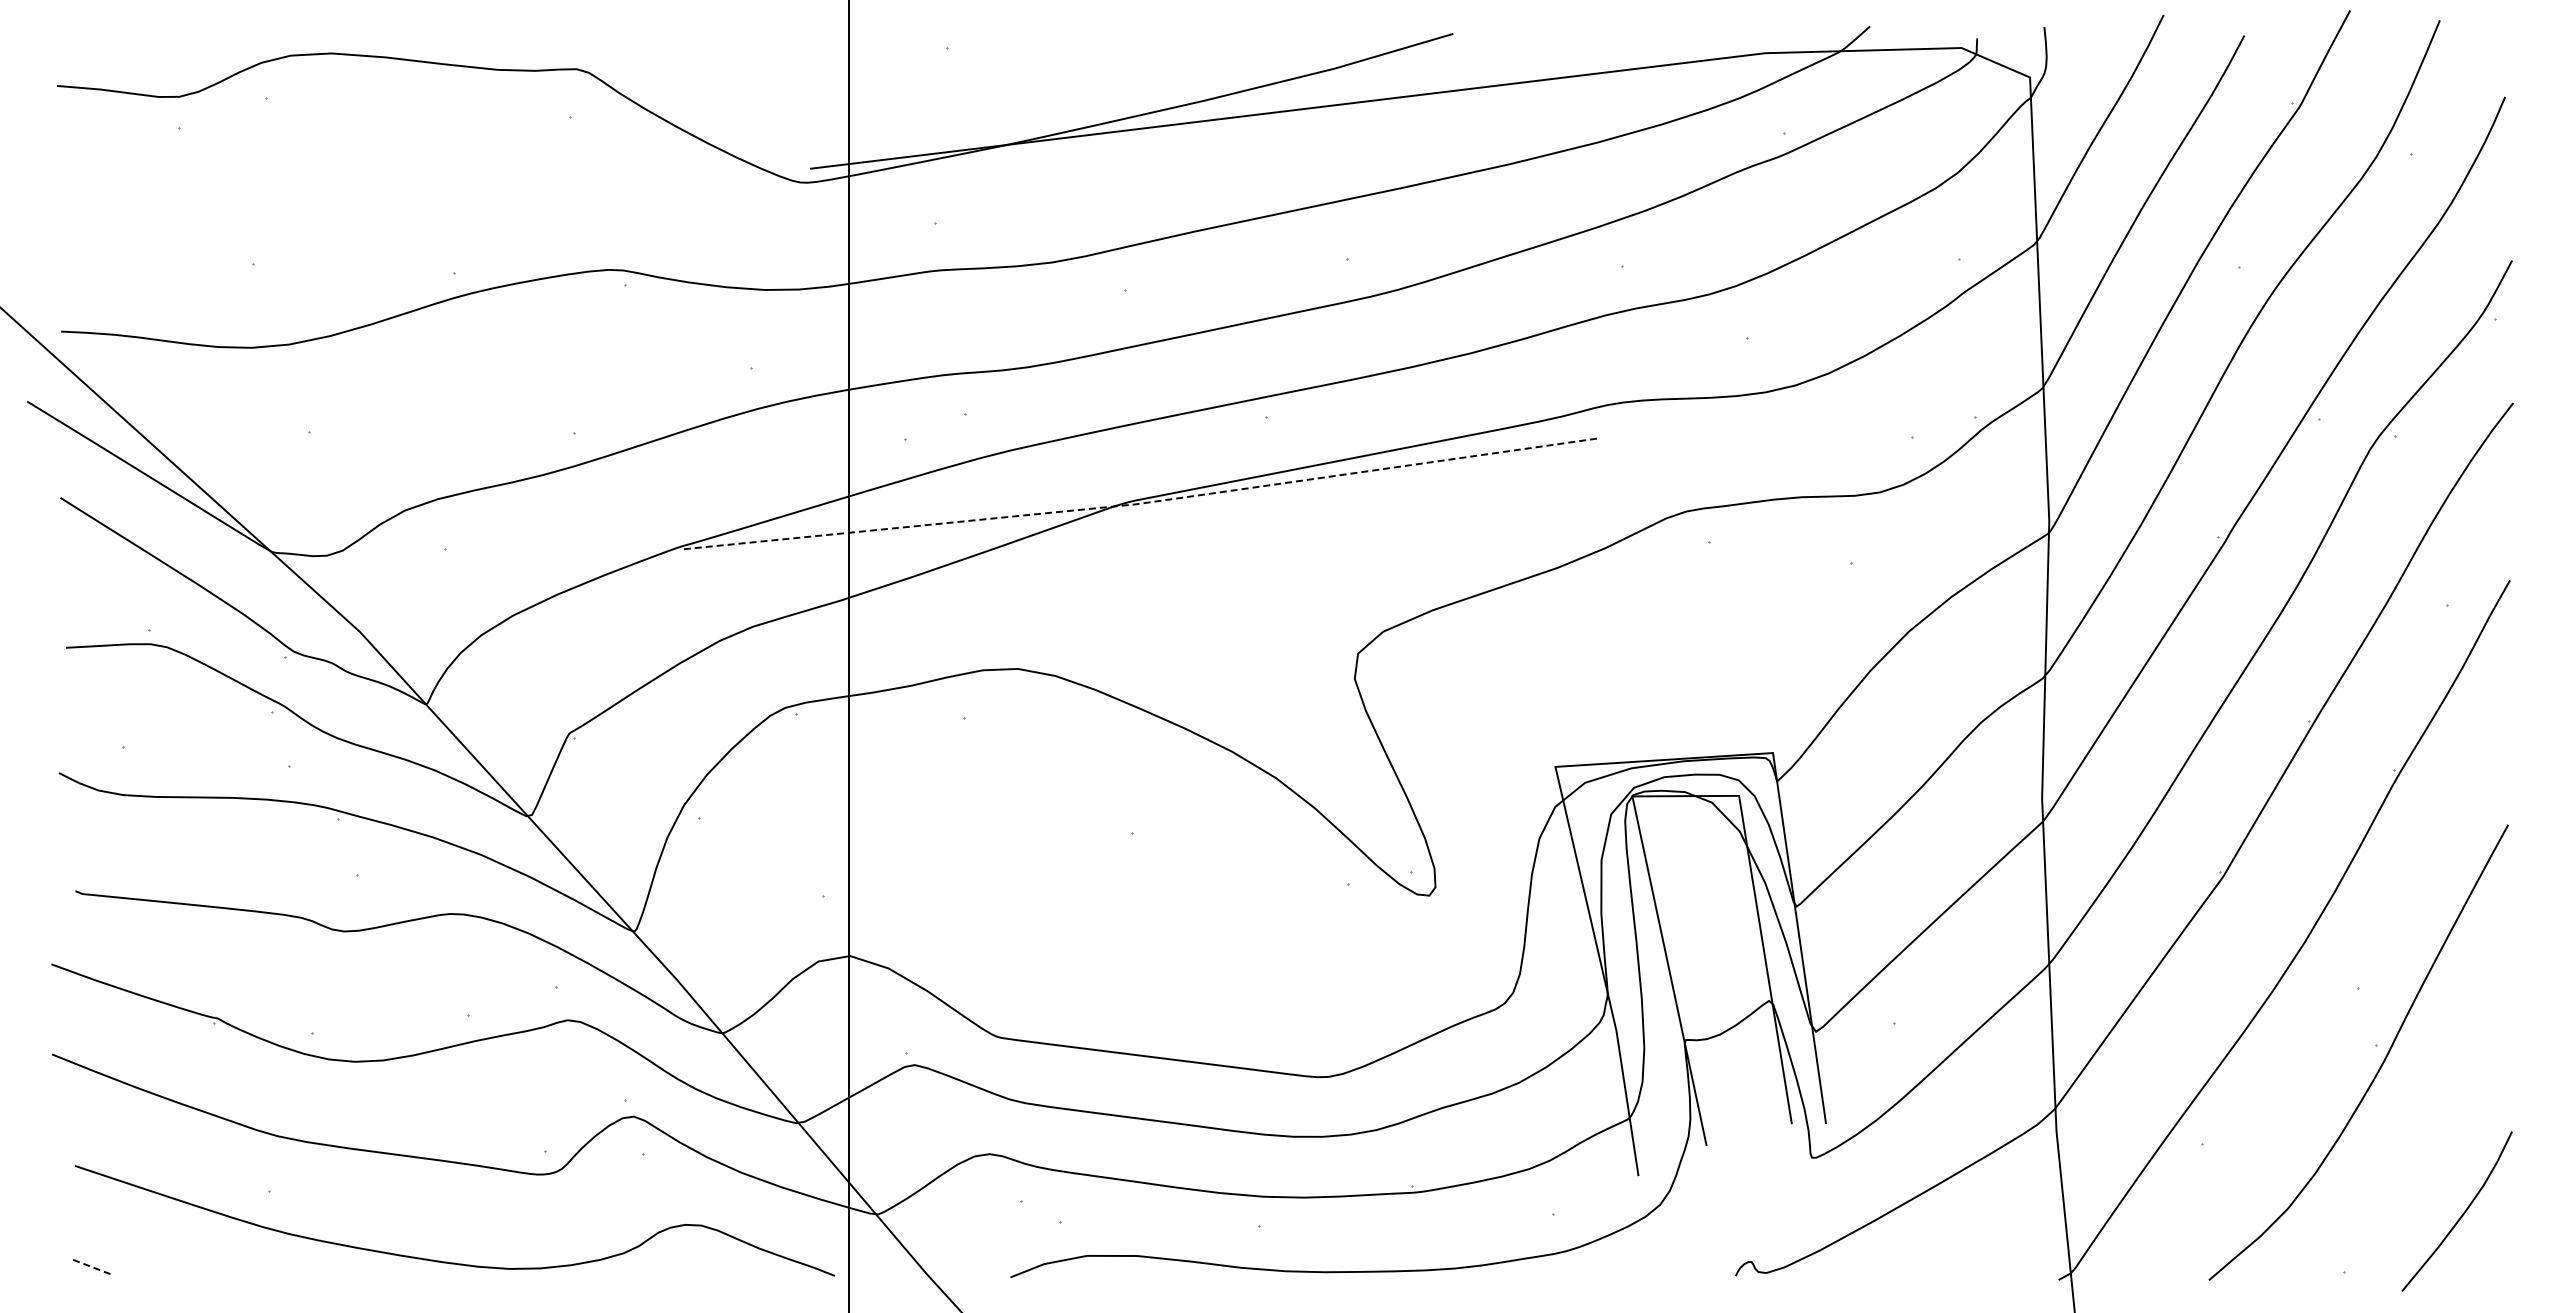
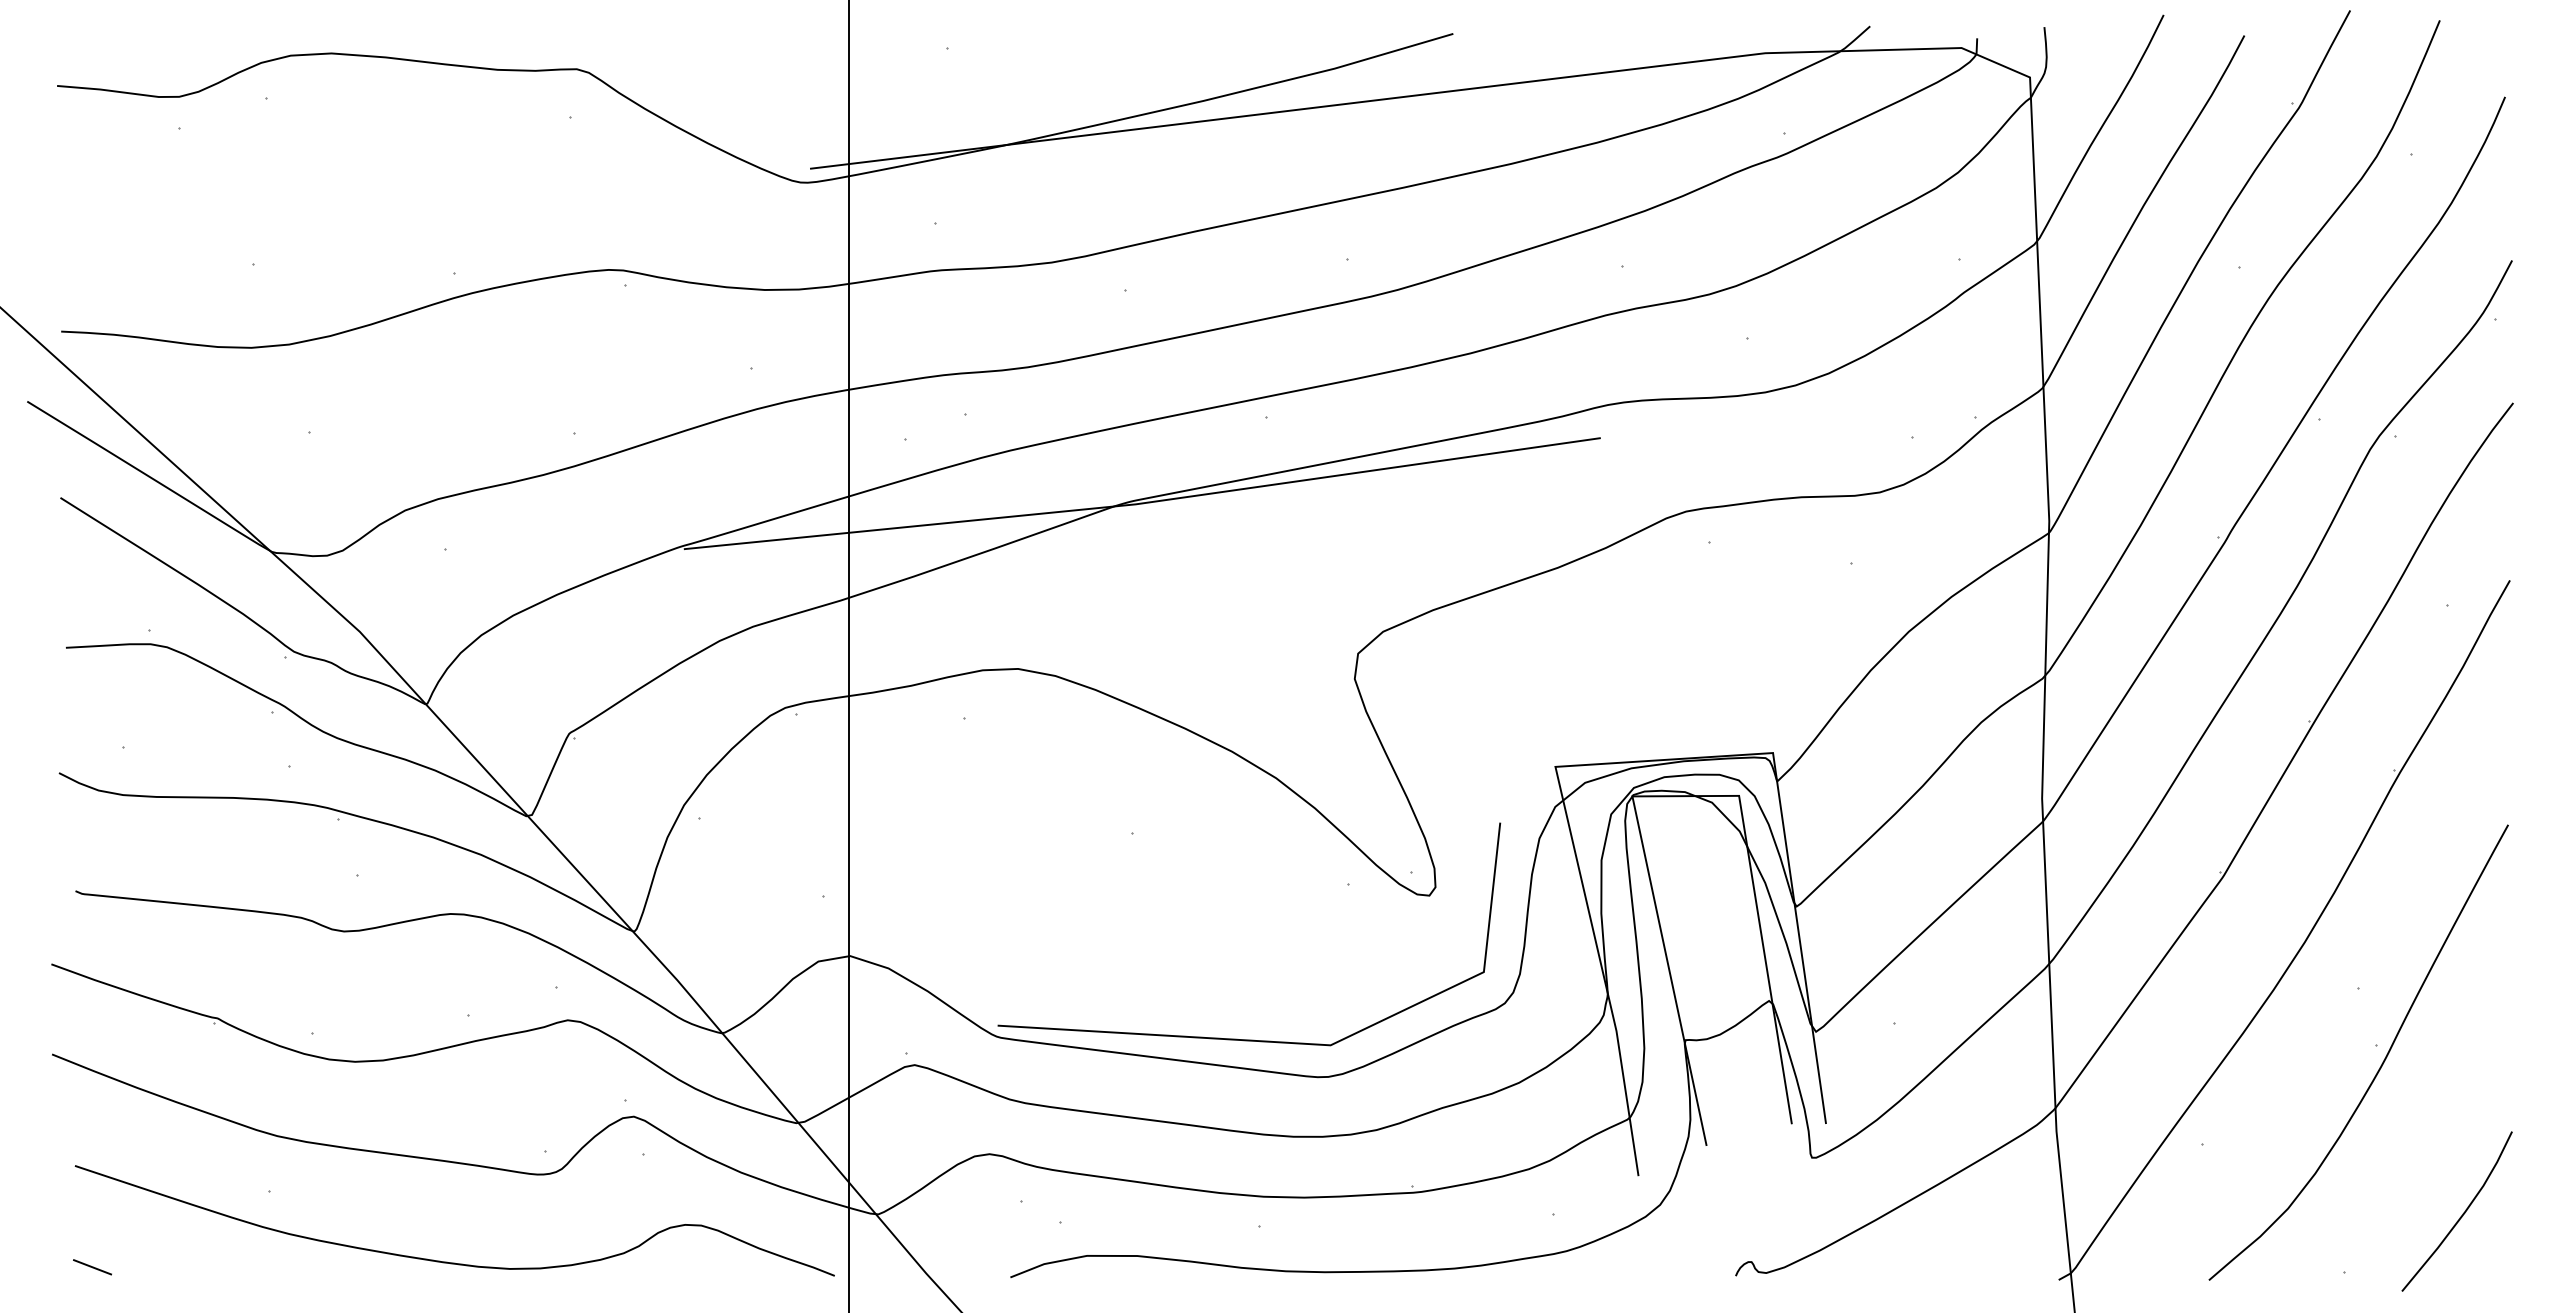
line at (1142, 503): dashed -> solid
line at (1237, 1038): none -> present
line at (92, 1267): dashed -> solid
